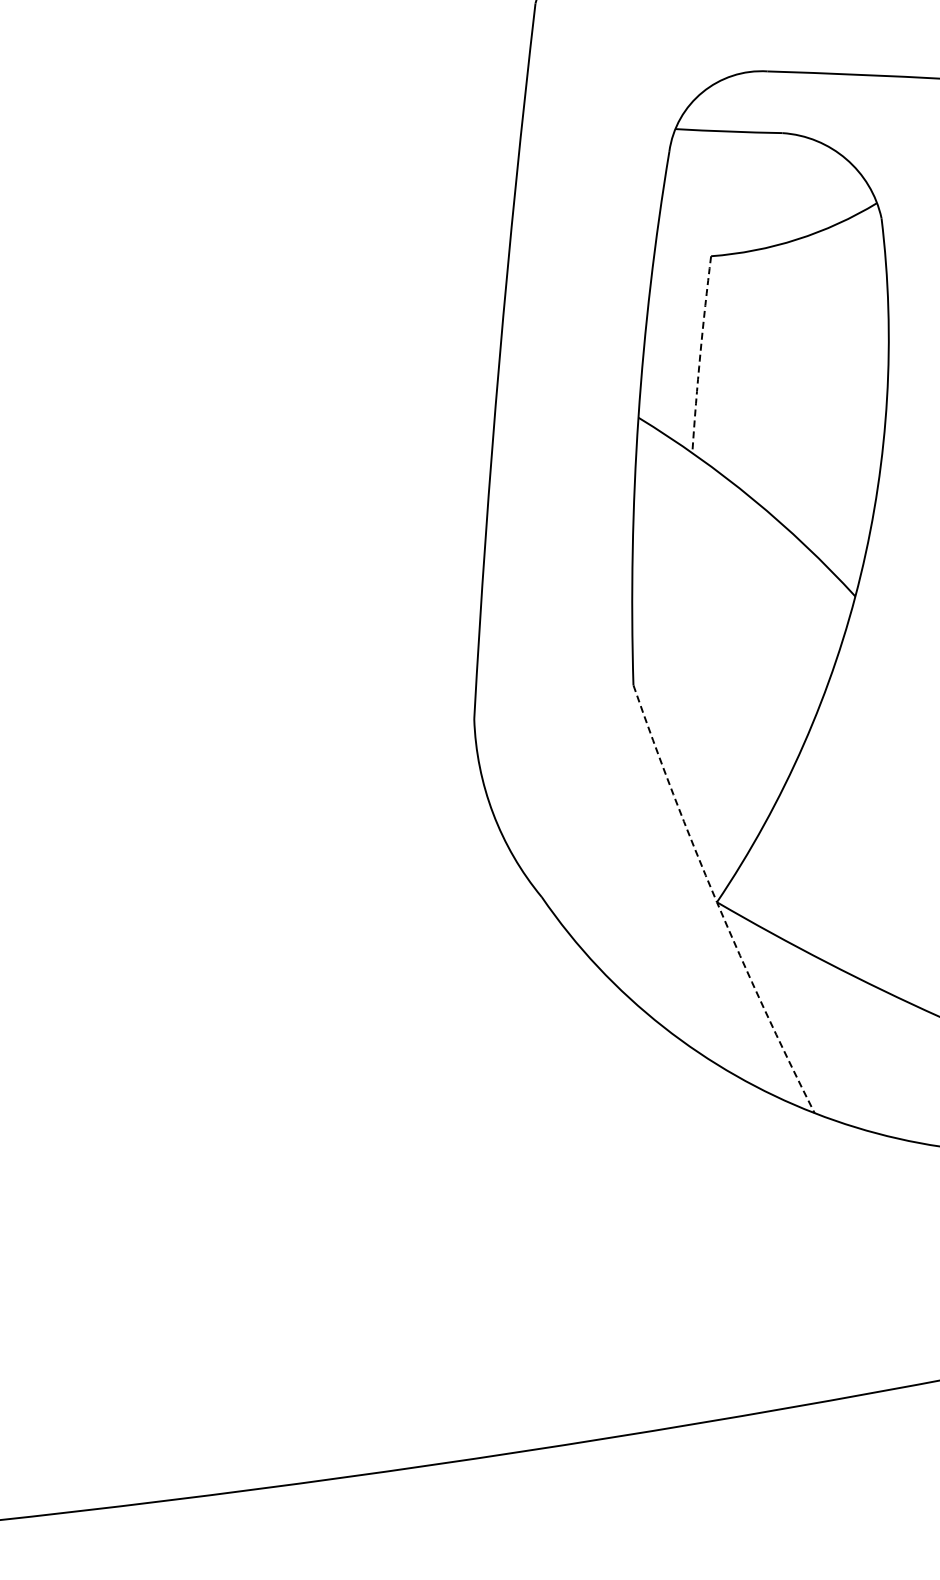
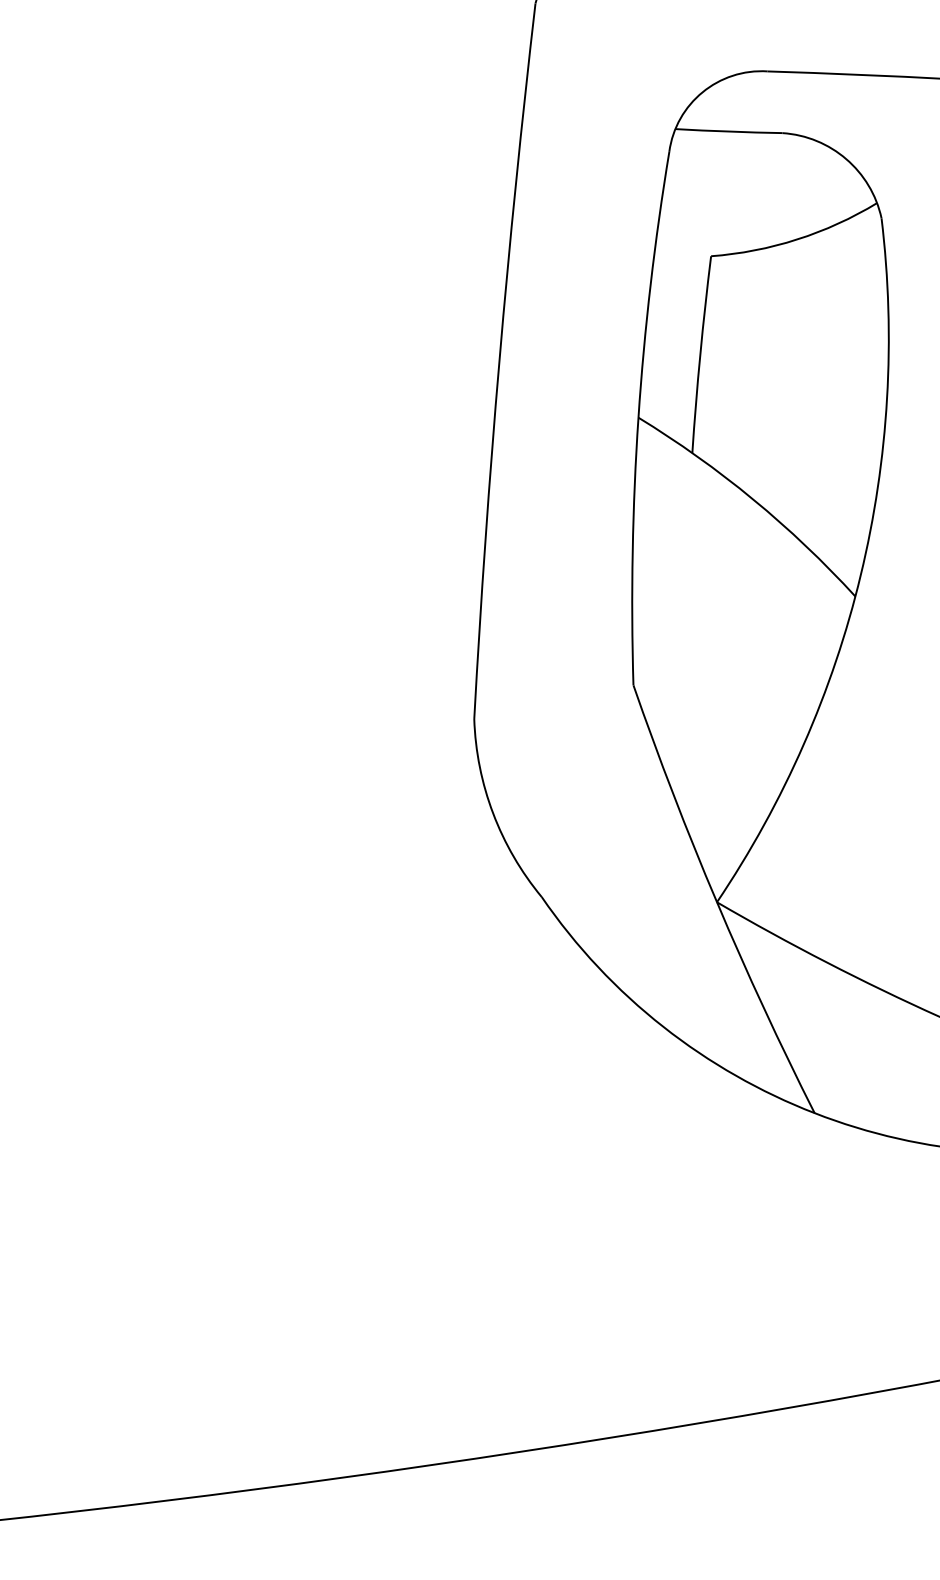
arc at (700, 354): dashed -> solid
arc at (716, 902): dashed -> solid
